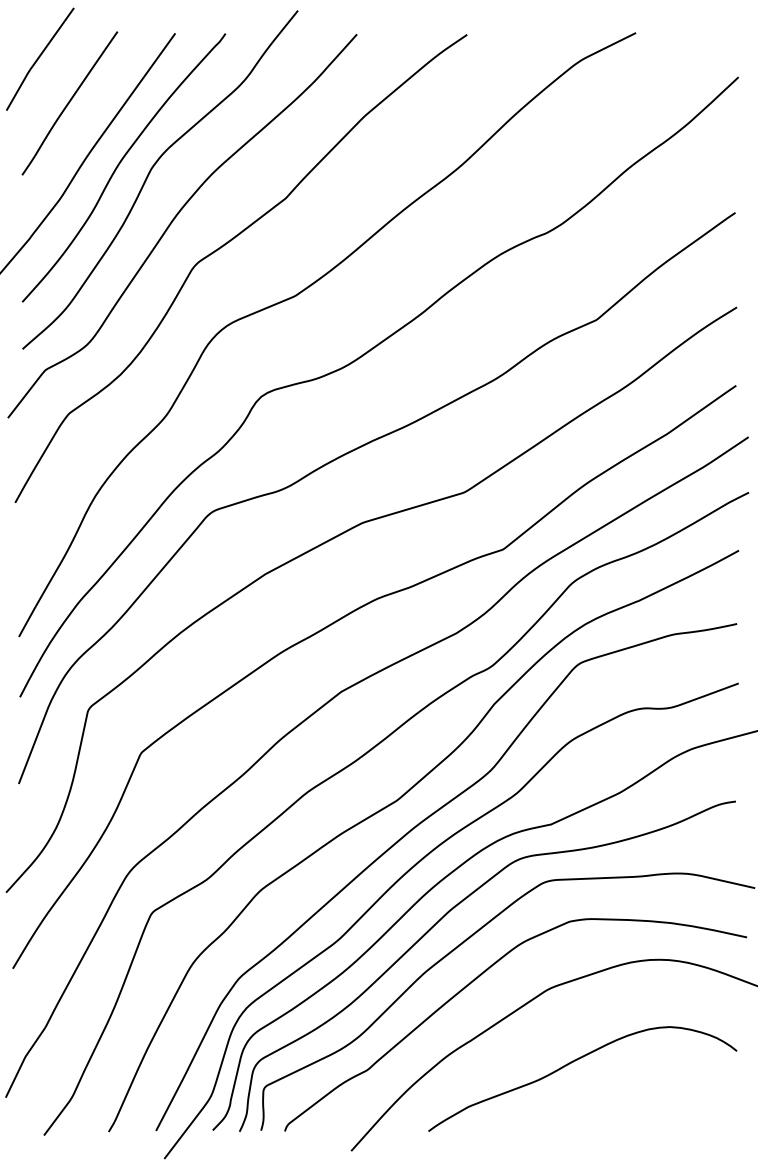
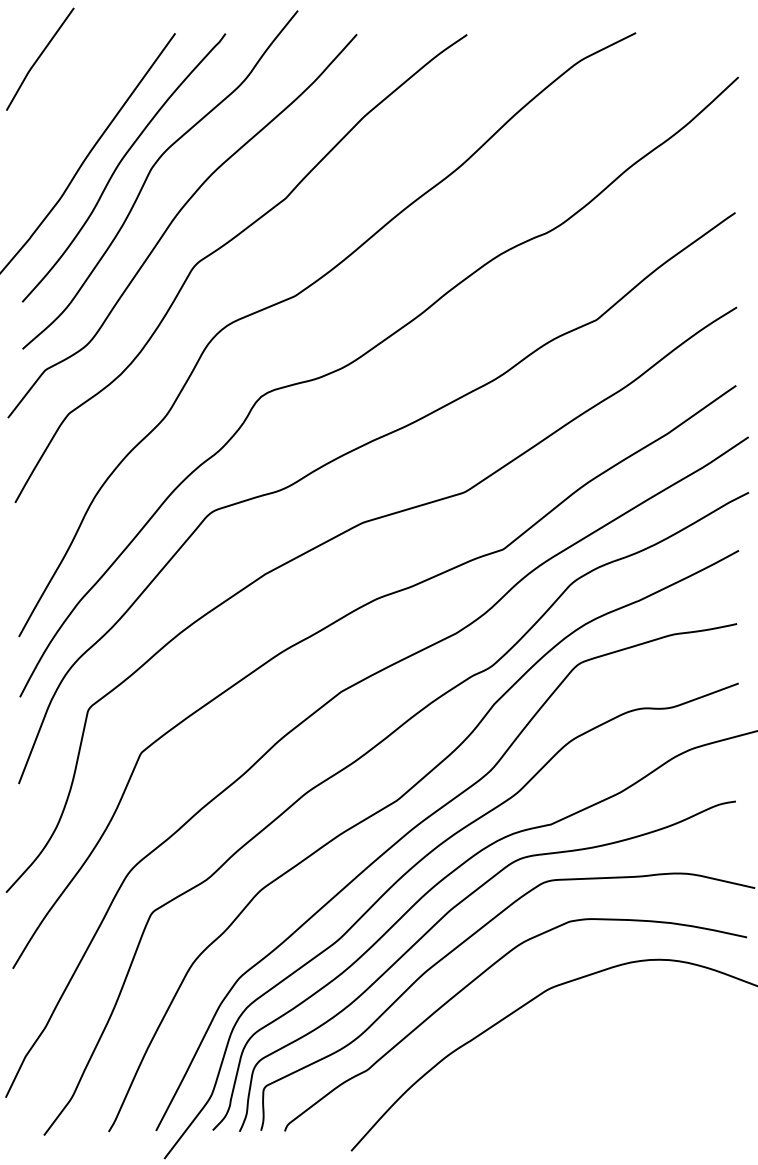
curve at (69, 103): present -> none
curve at (573, 1062): present -> none
